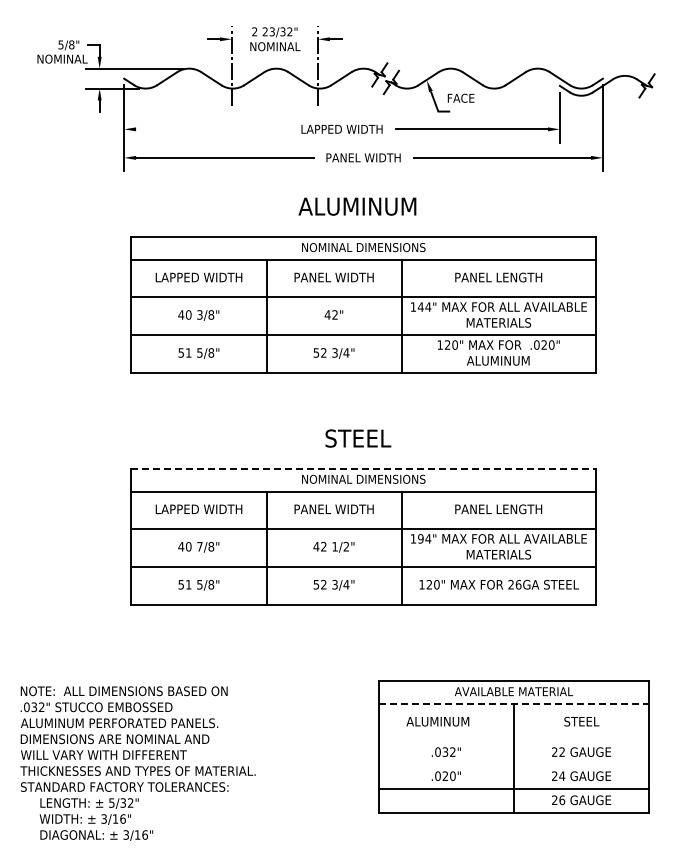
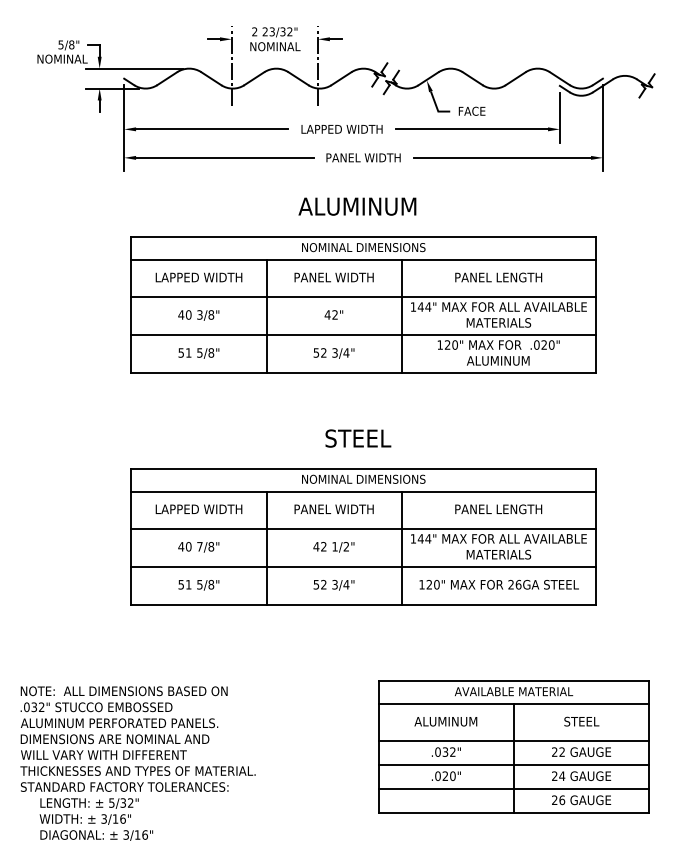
text at (460, 97) position: (460, 97) -> (471, 110)
line at (211, 129): none -> present
line at (364, 468): dashed -> solid
text at (420, 538): 194" -> 144"
line at (514, 704): dashed -> solid
text at (437, 721) position: (437, 721) -> (445, 721)
line at (513, 741): none -> present
line at (513, 765): none -> present
